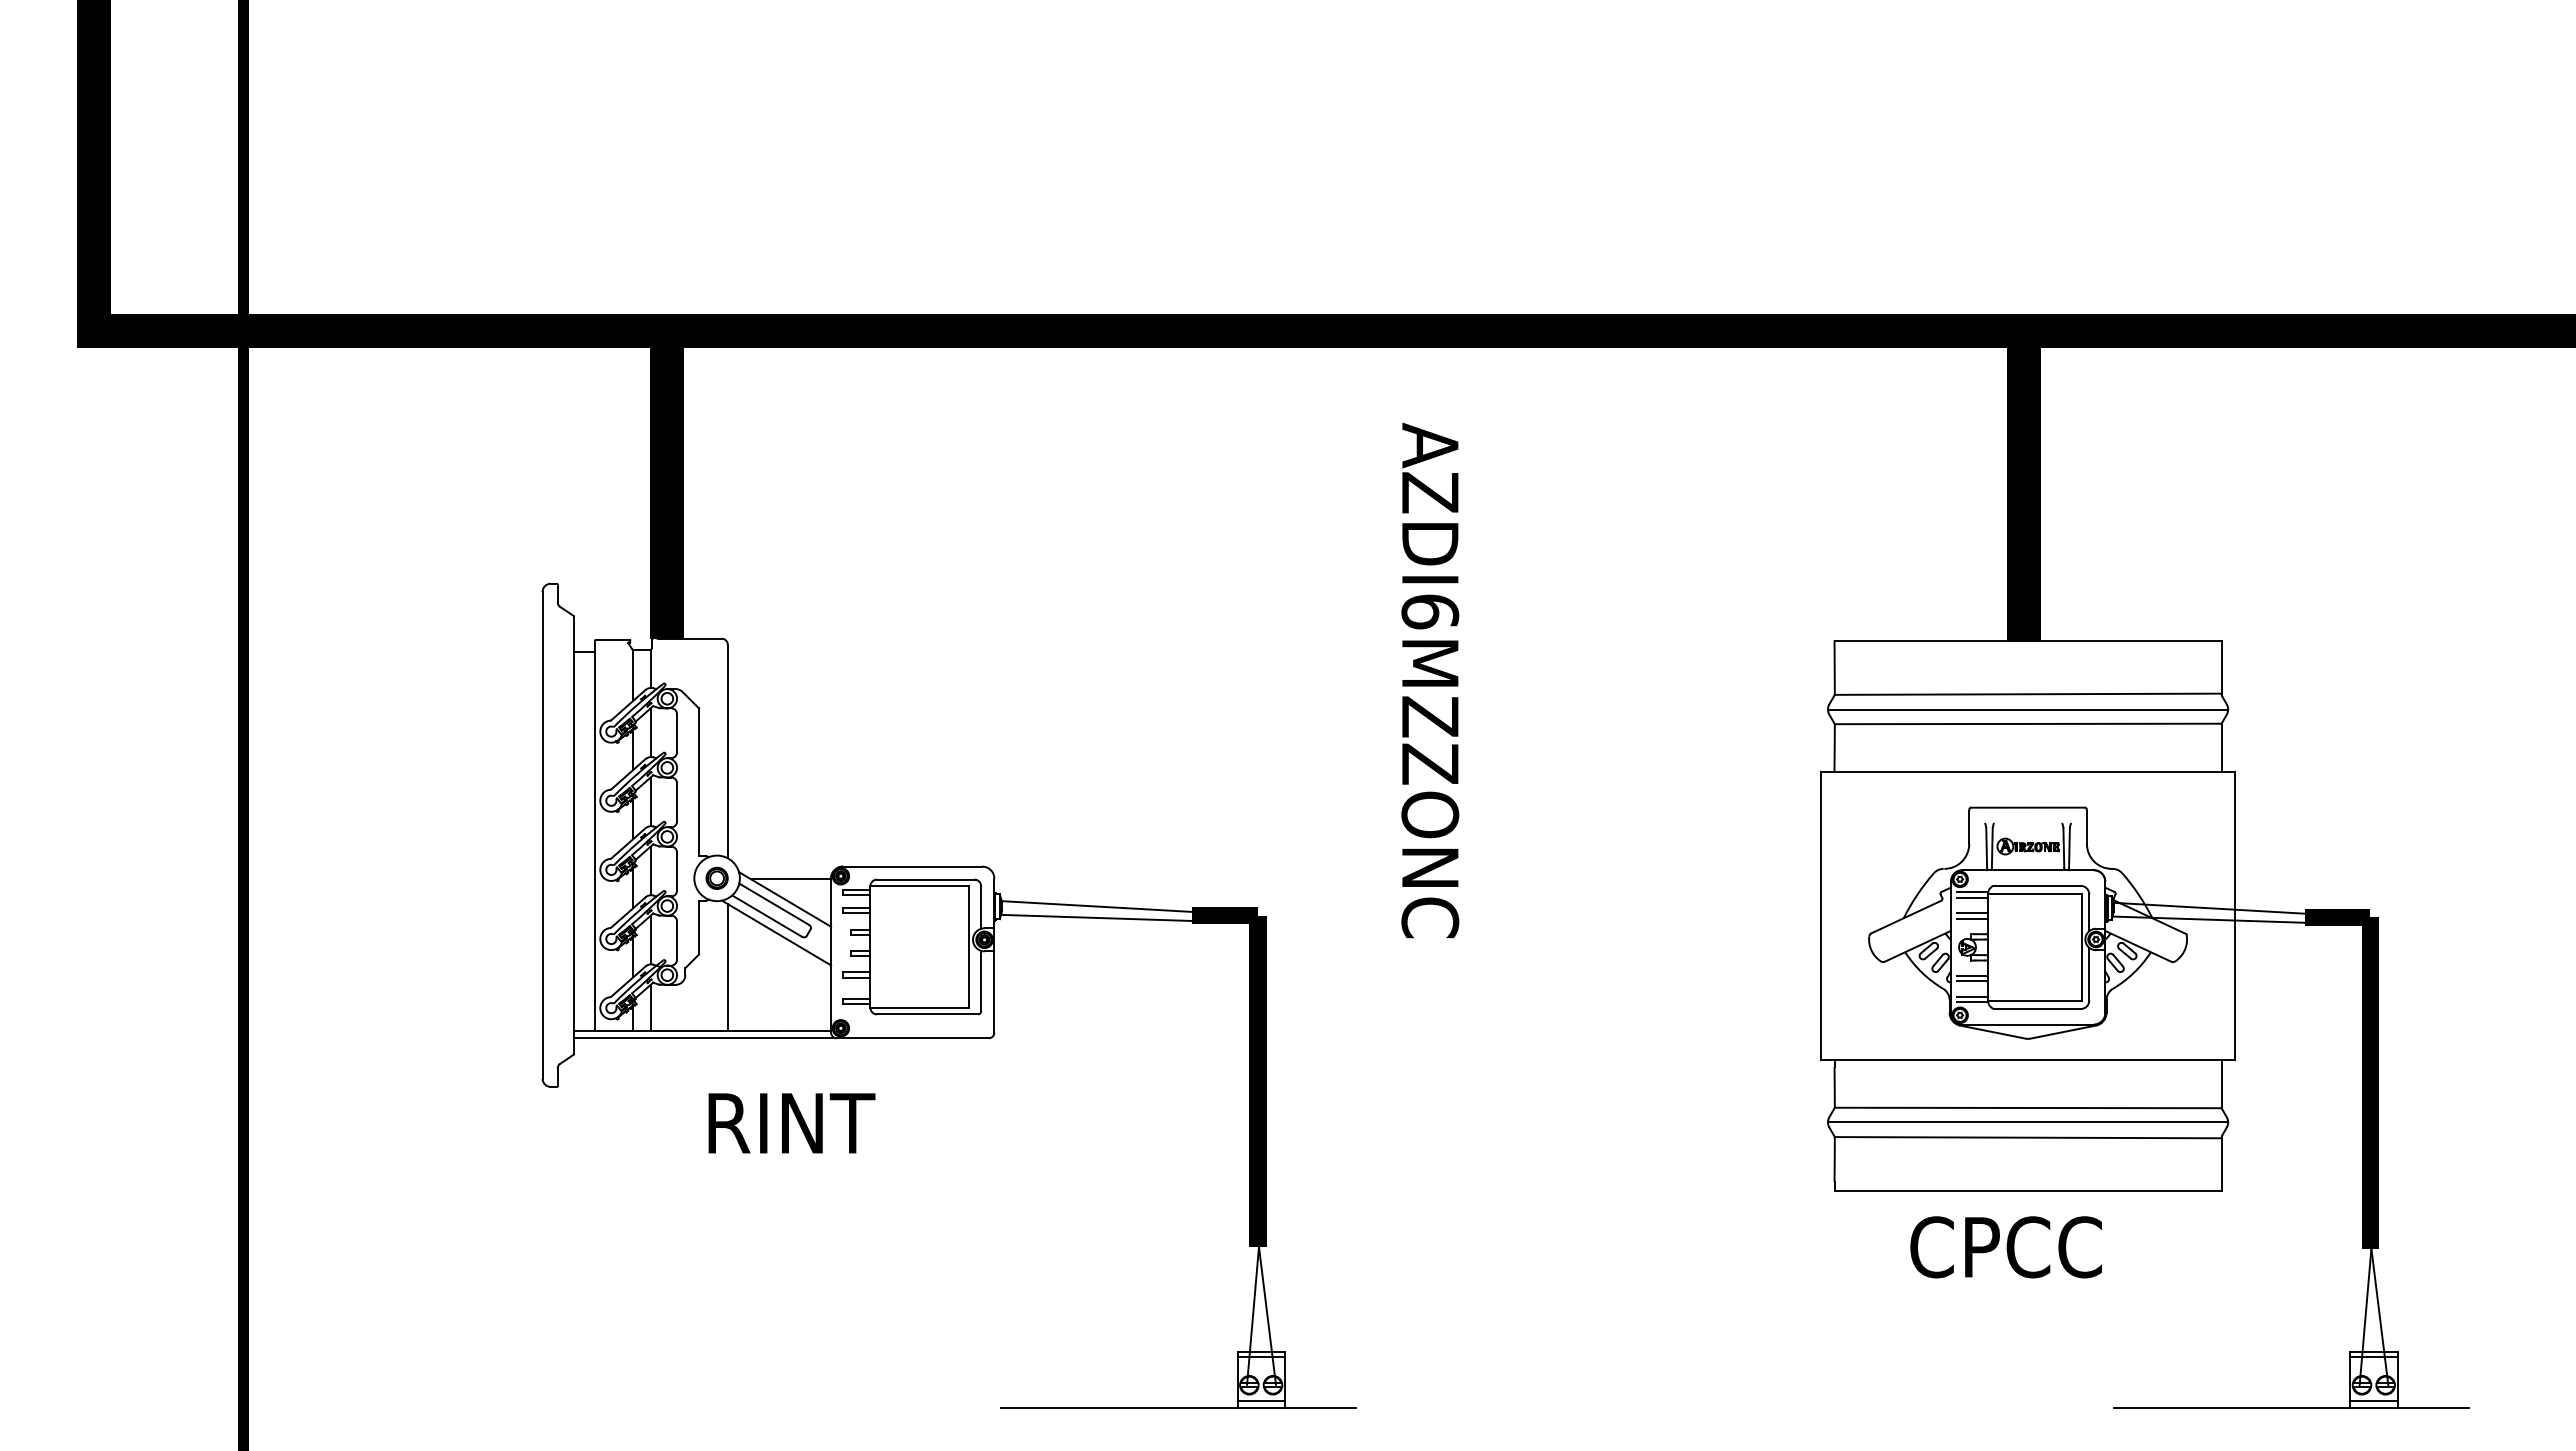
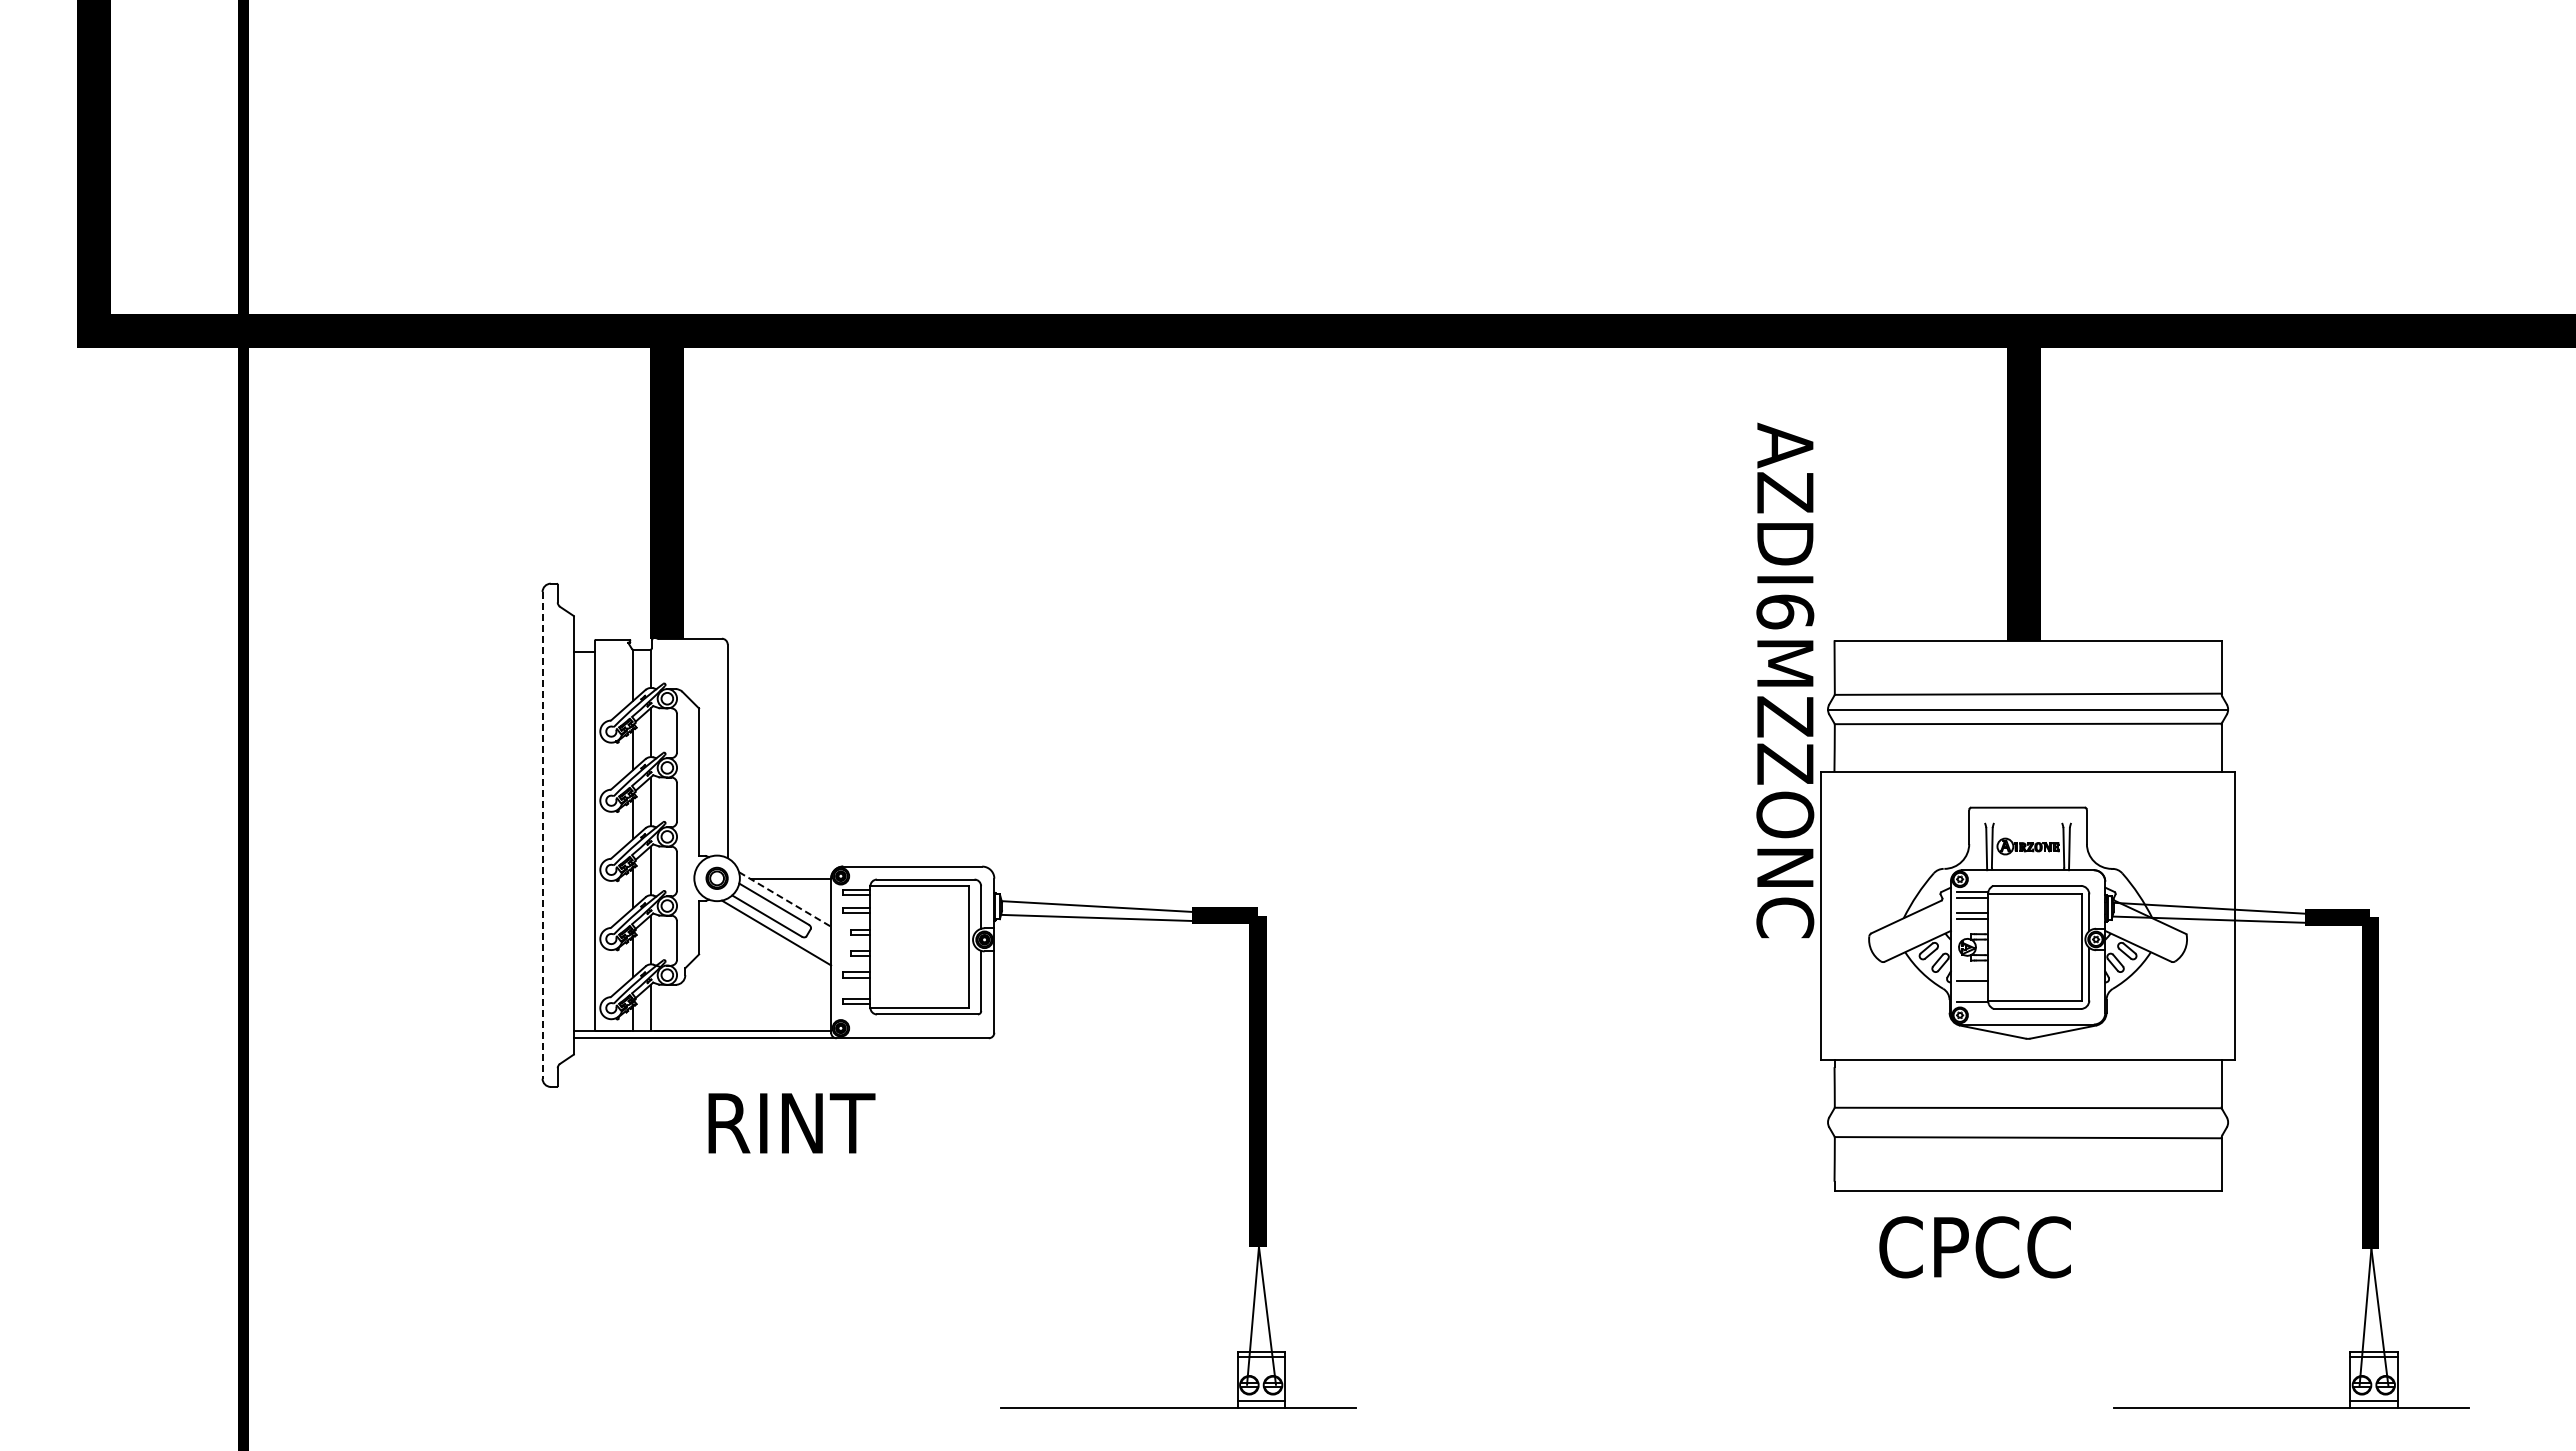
text at (1430, 680) position: (1430, 680) -> (1785, 680)
line at (542, 835): solid -> dashed
line at (785, 899): solid -> dashed
line at (727, 967): present -> none
line at (1972, 976): present -> none
line at (1972, 997): present -> none
line at (2027, 1122): present -> none
text at (2005, 1247) position: (2005, 1247) -> (1974, 1247)
